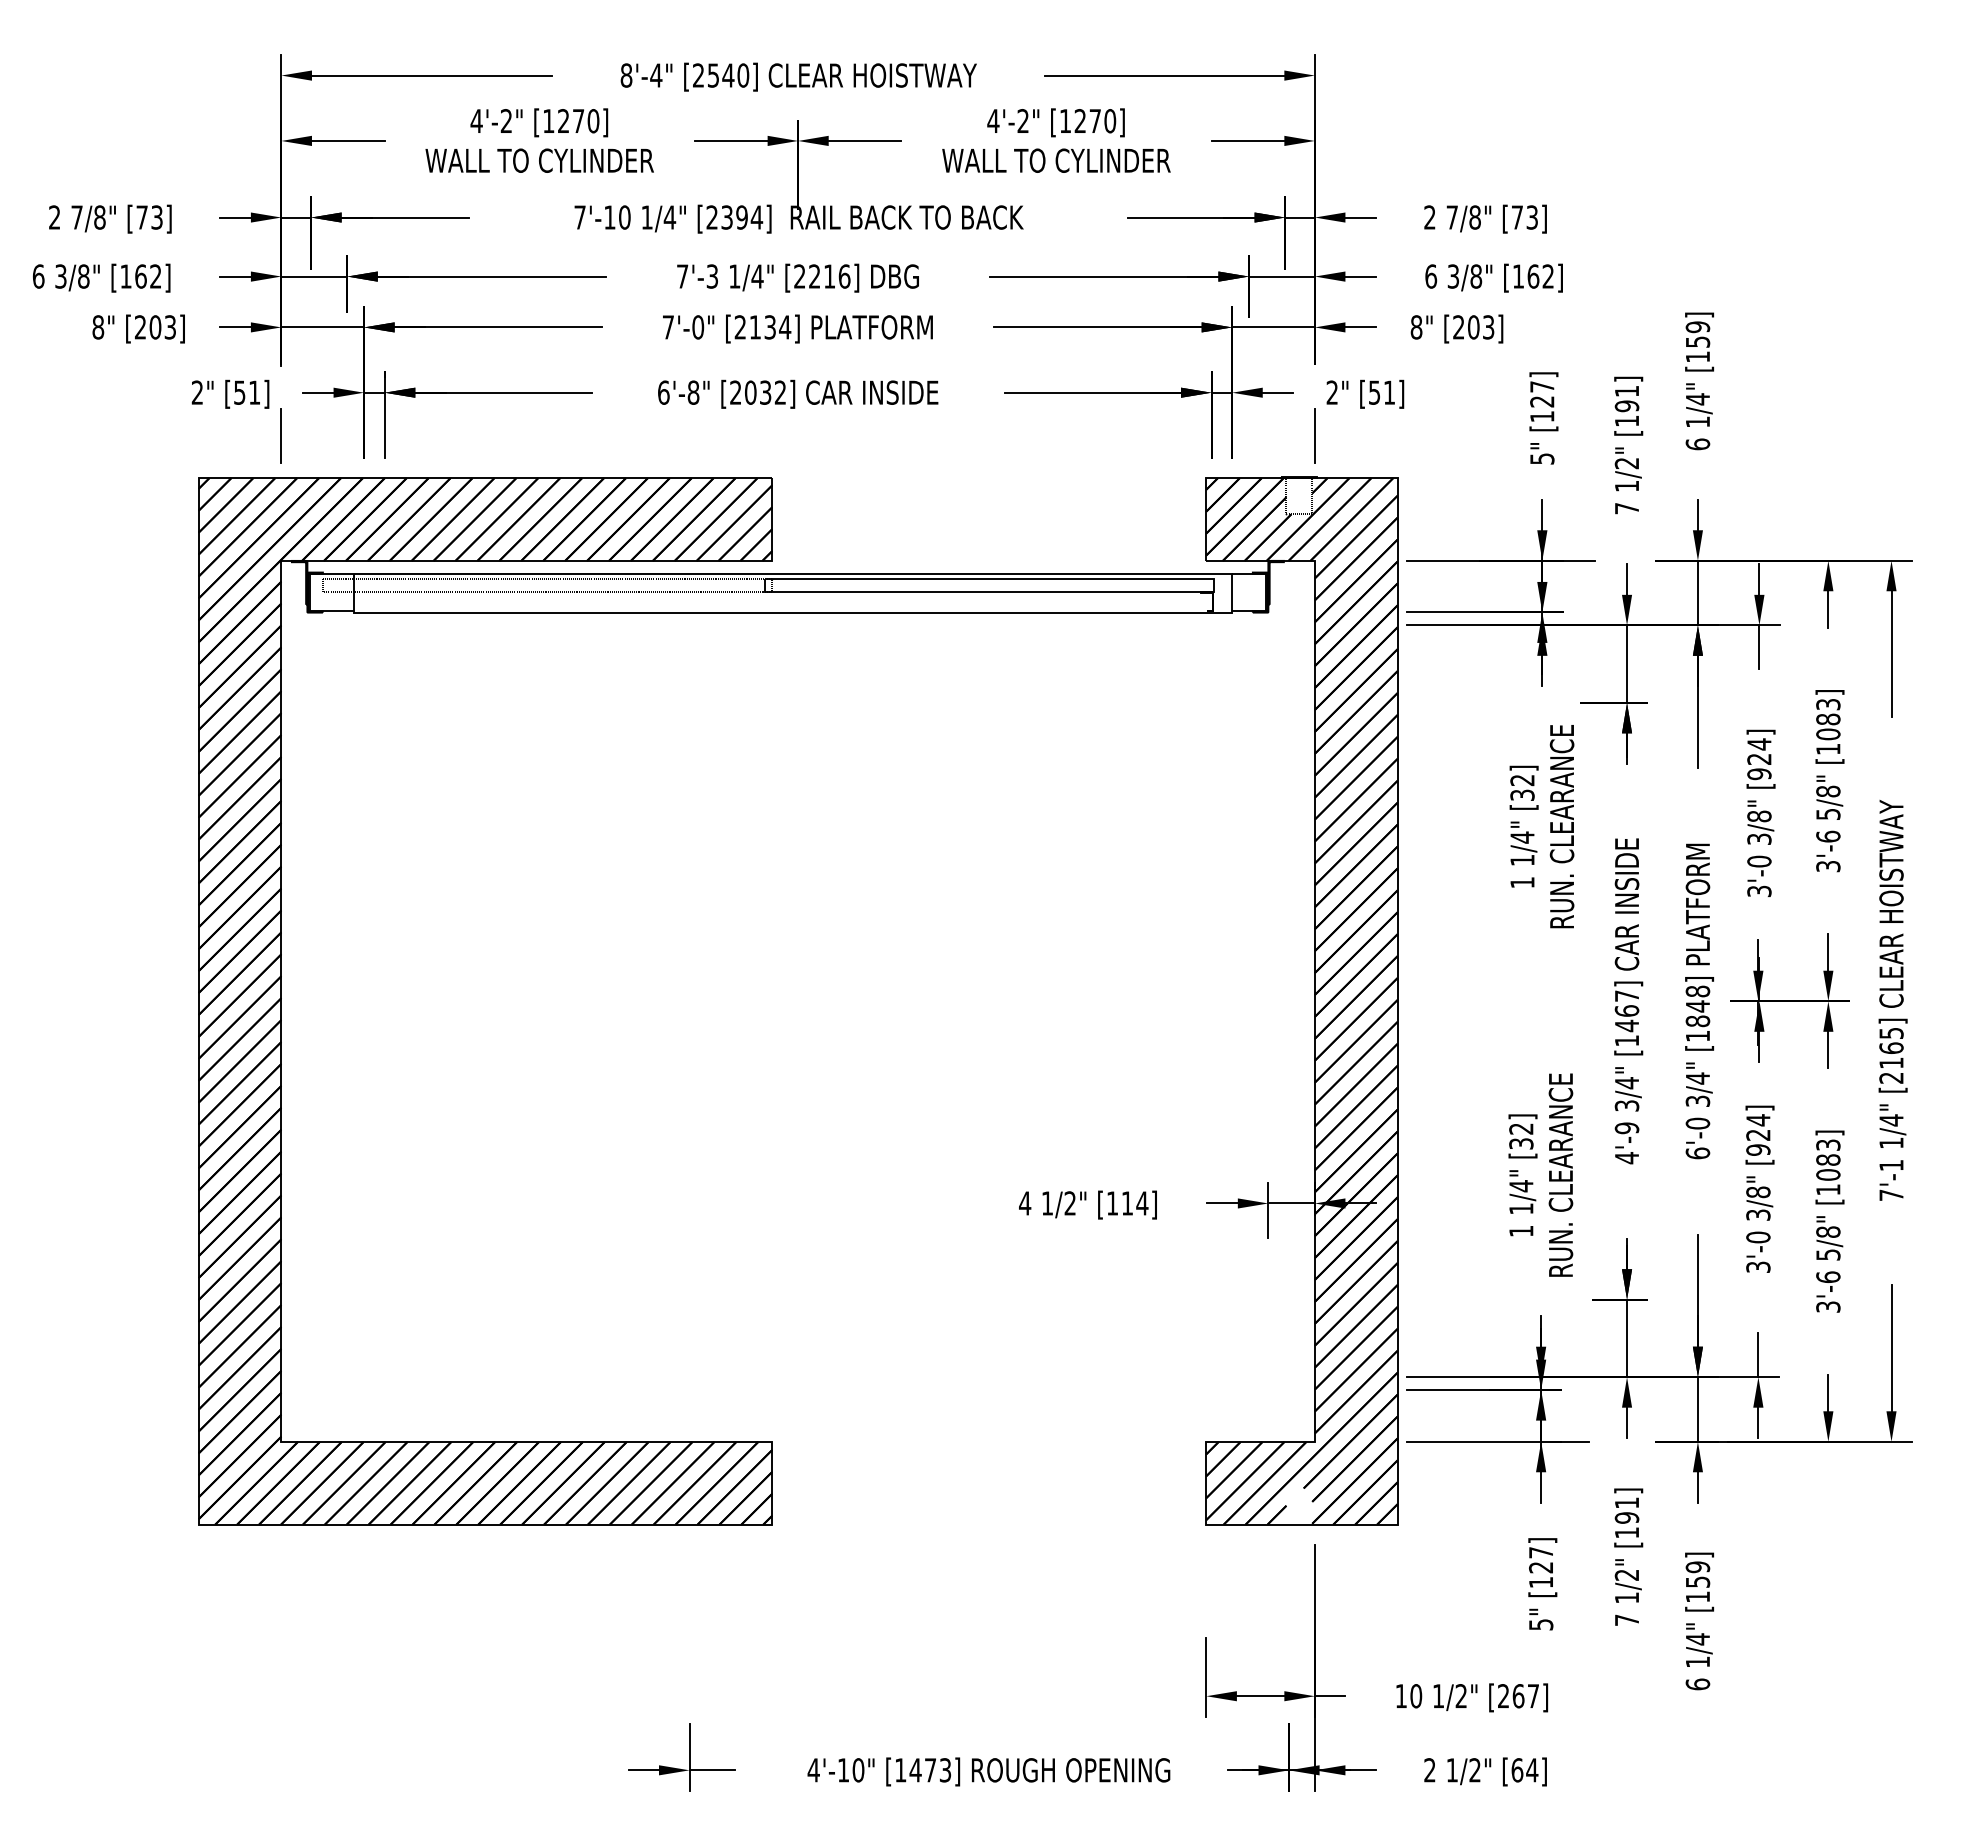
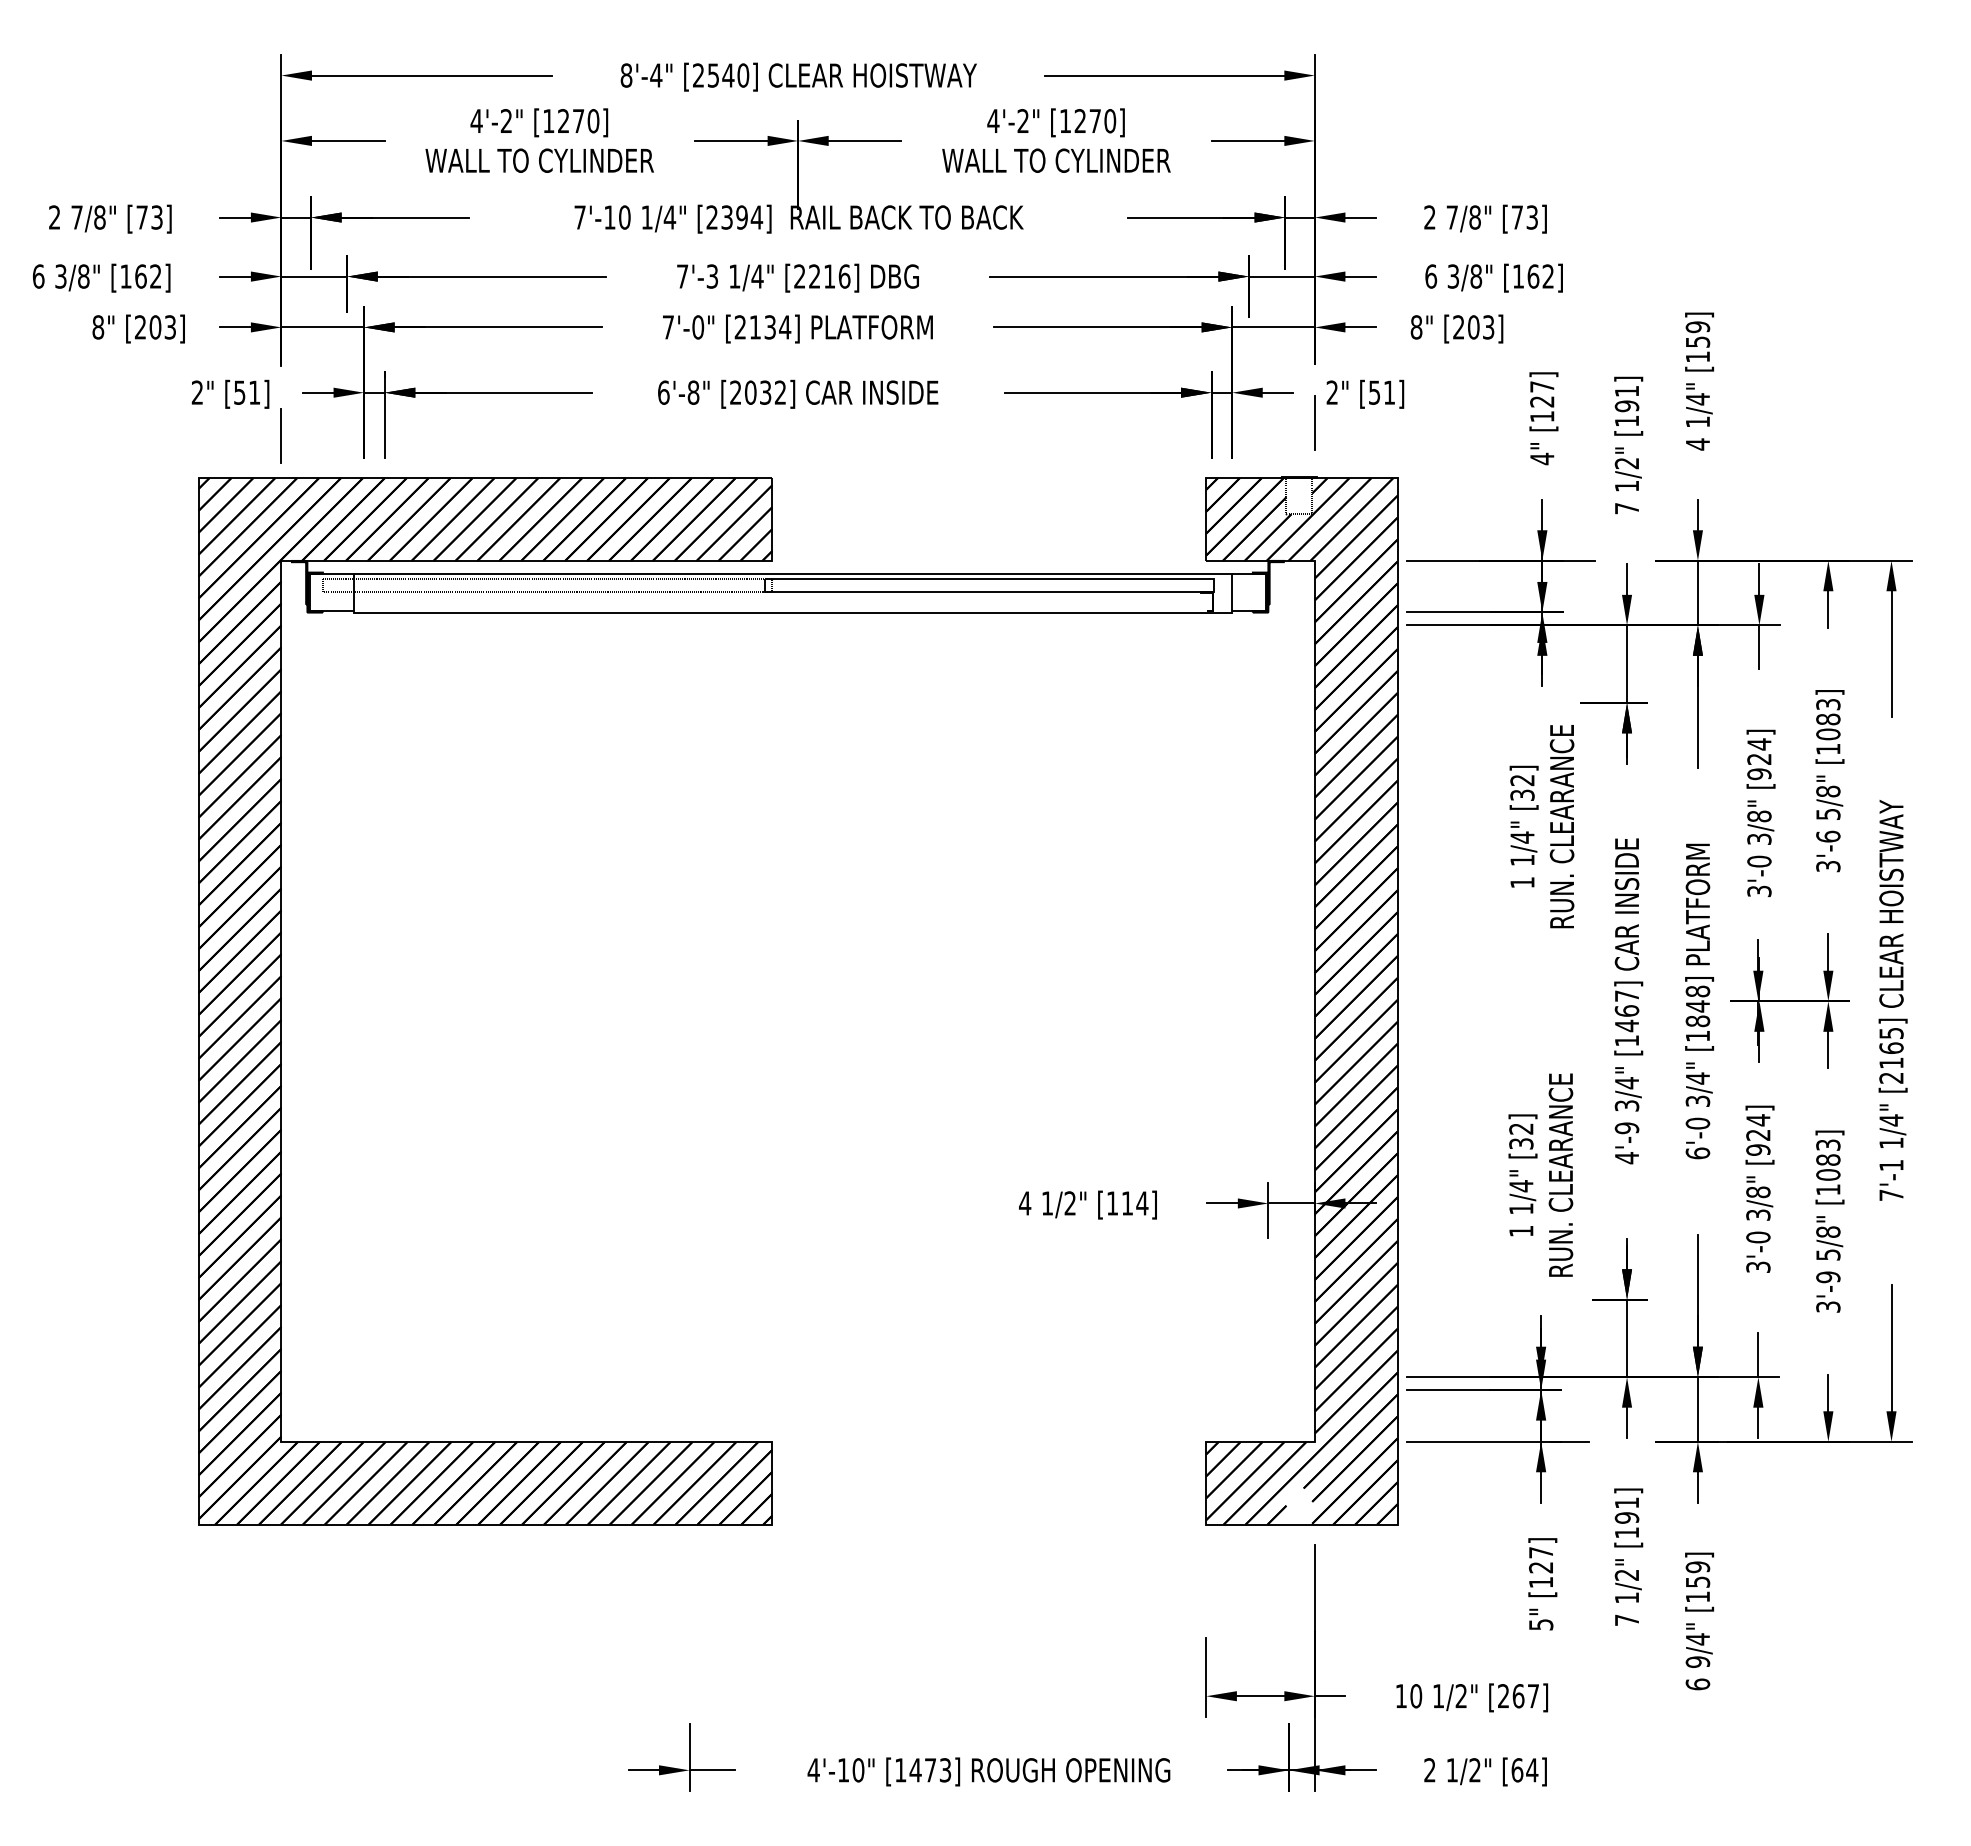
line at (1314, 435) position: (1314, 435) -> (1314, 422)
text at (1697, 444): 6 -> 4
text at (1542, 458): 5" -> 4"
text at (1828, 1277): 3'-6 -> 3'-9
text at (1697, 1662): 1/4" -> 9/4"
